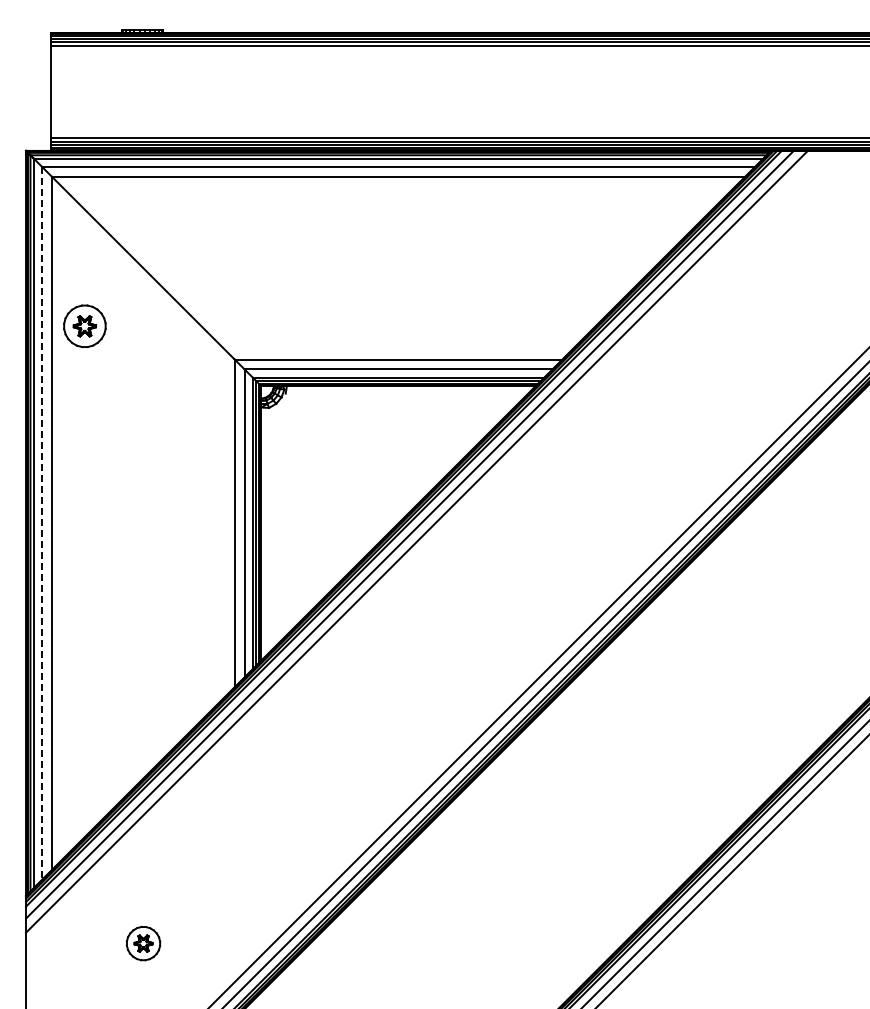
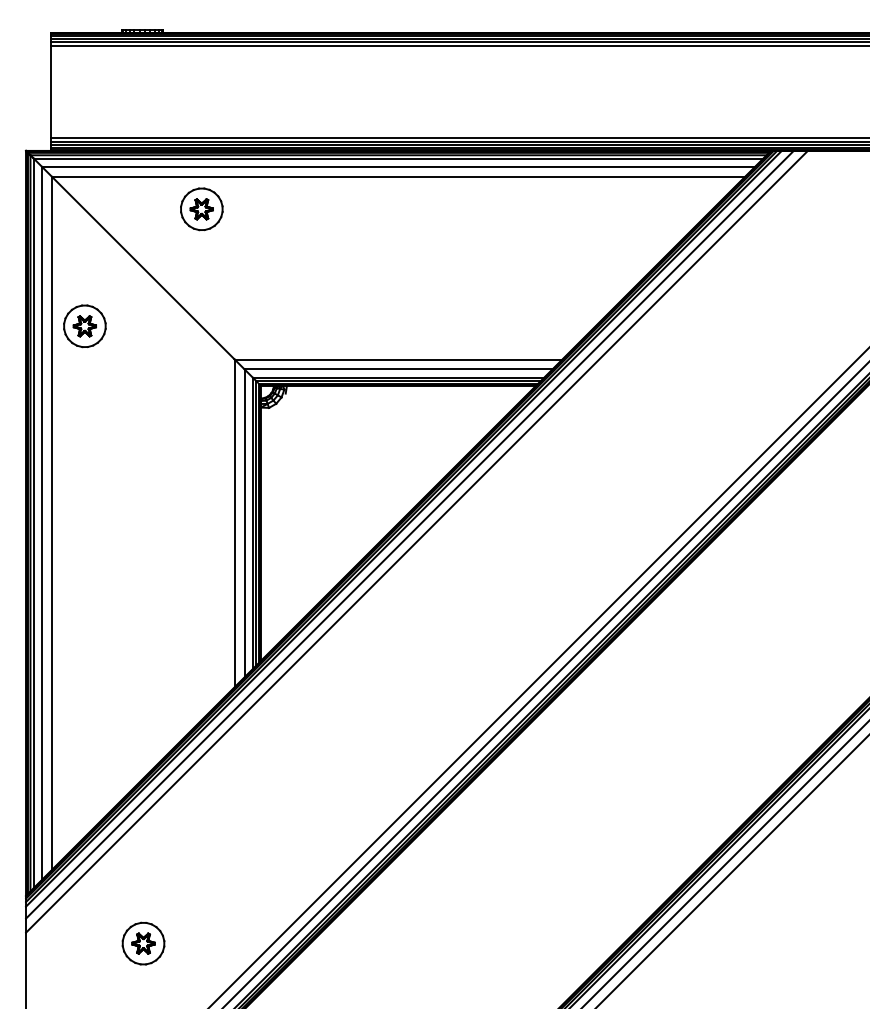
part at (201, 209): none -> present
line at (42, 523): dashed -> solid
part at (143, 943) size: 37x36 px -> 45x45 px
